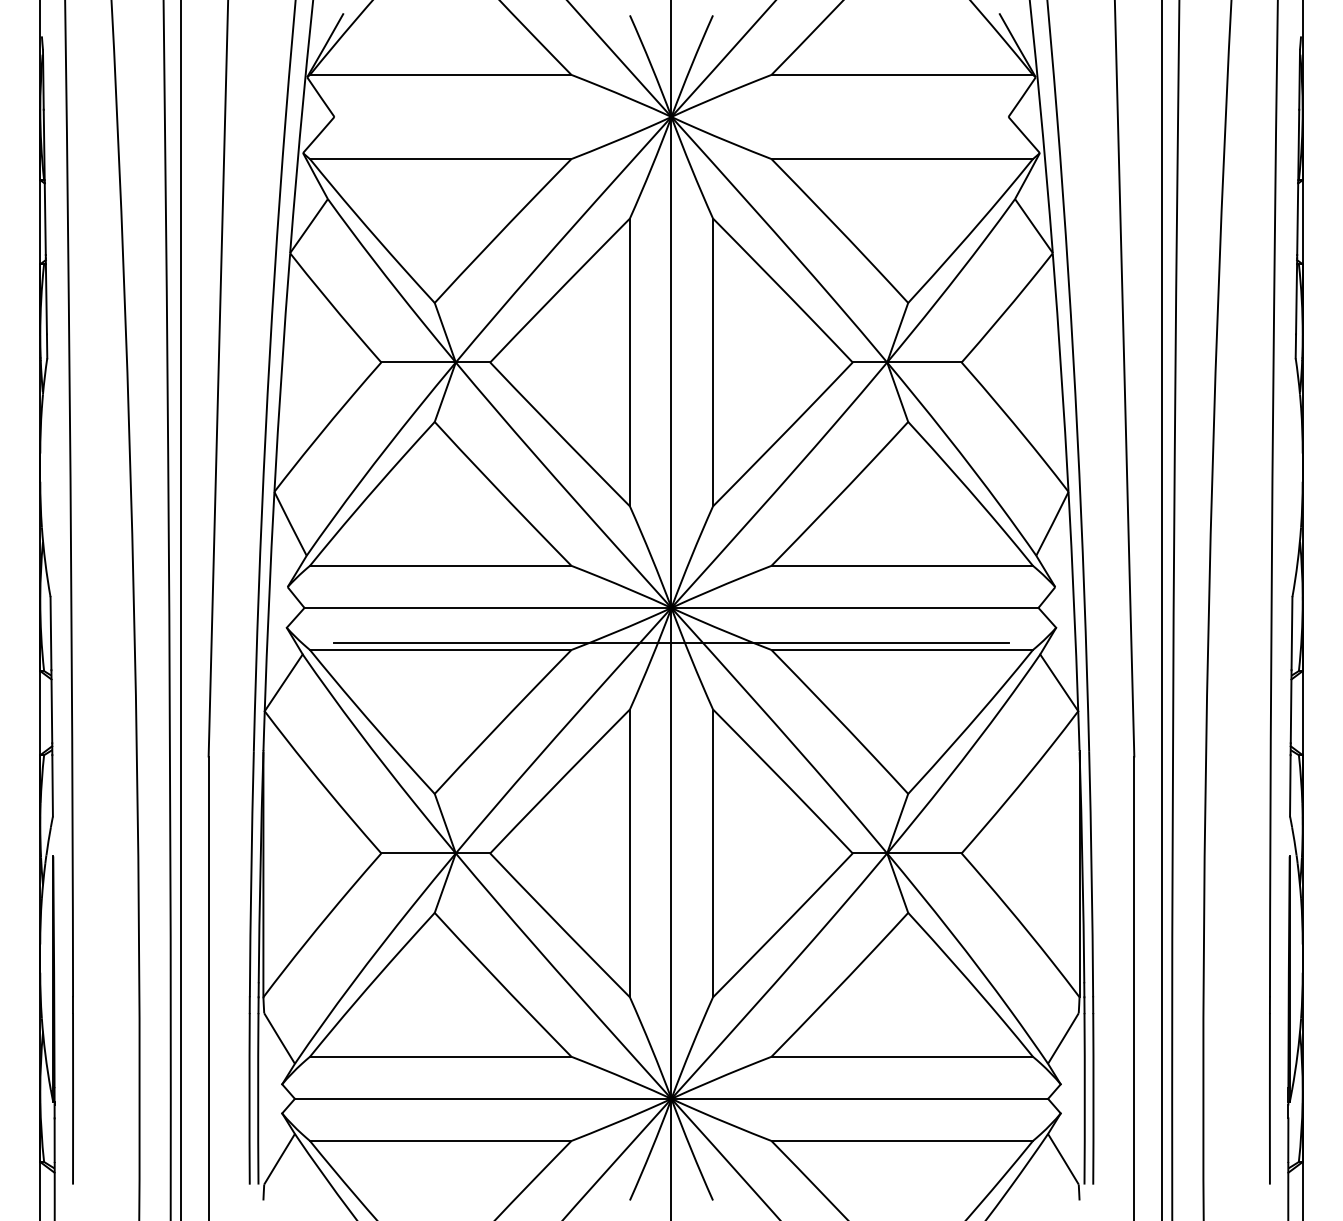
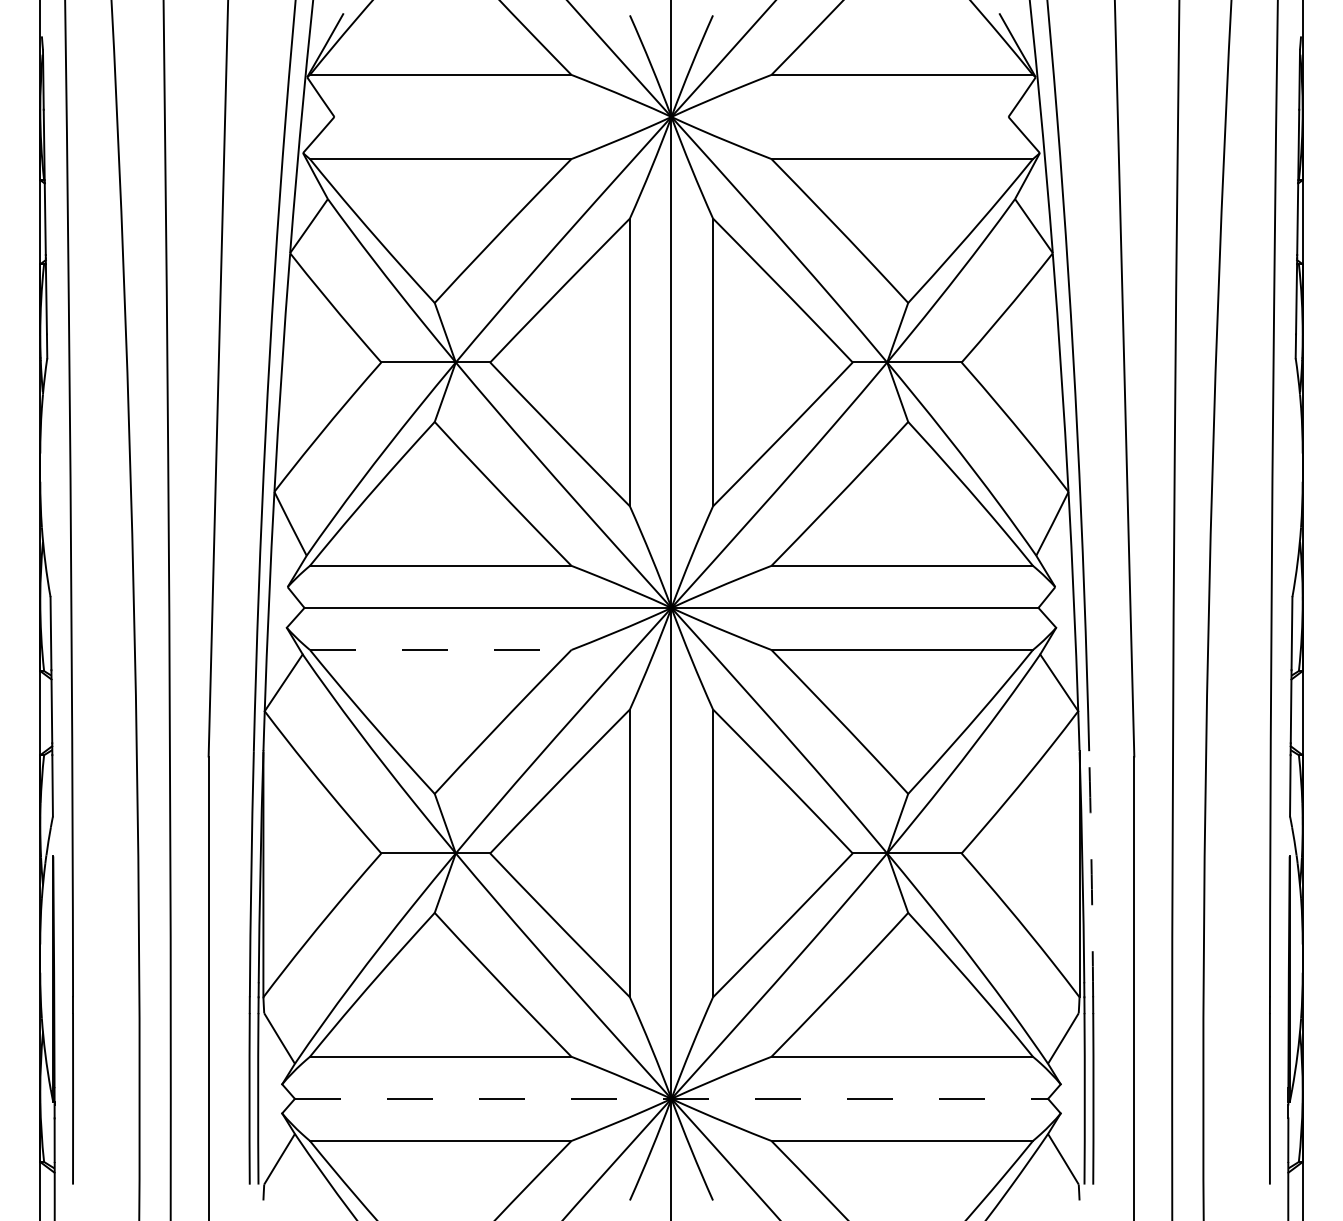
line at (180, 609): present -> none
line at (1162, 609): present -> none
line at (671, 643): present -> none
line at (440, 650): solid -> dashed
arc at (1091, 874): solid -> dashed
line at (671, 1098): solid -> dashed
